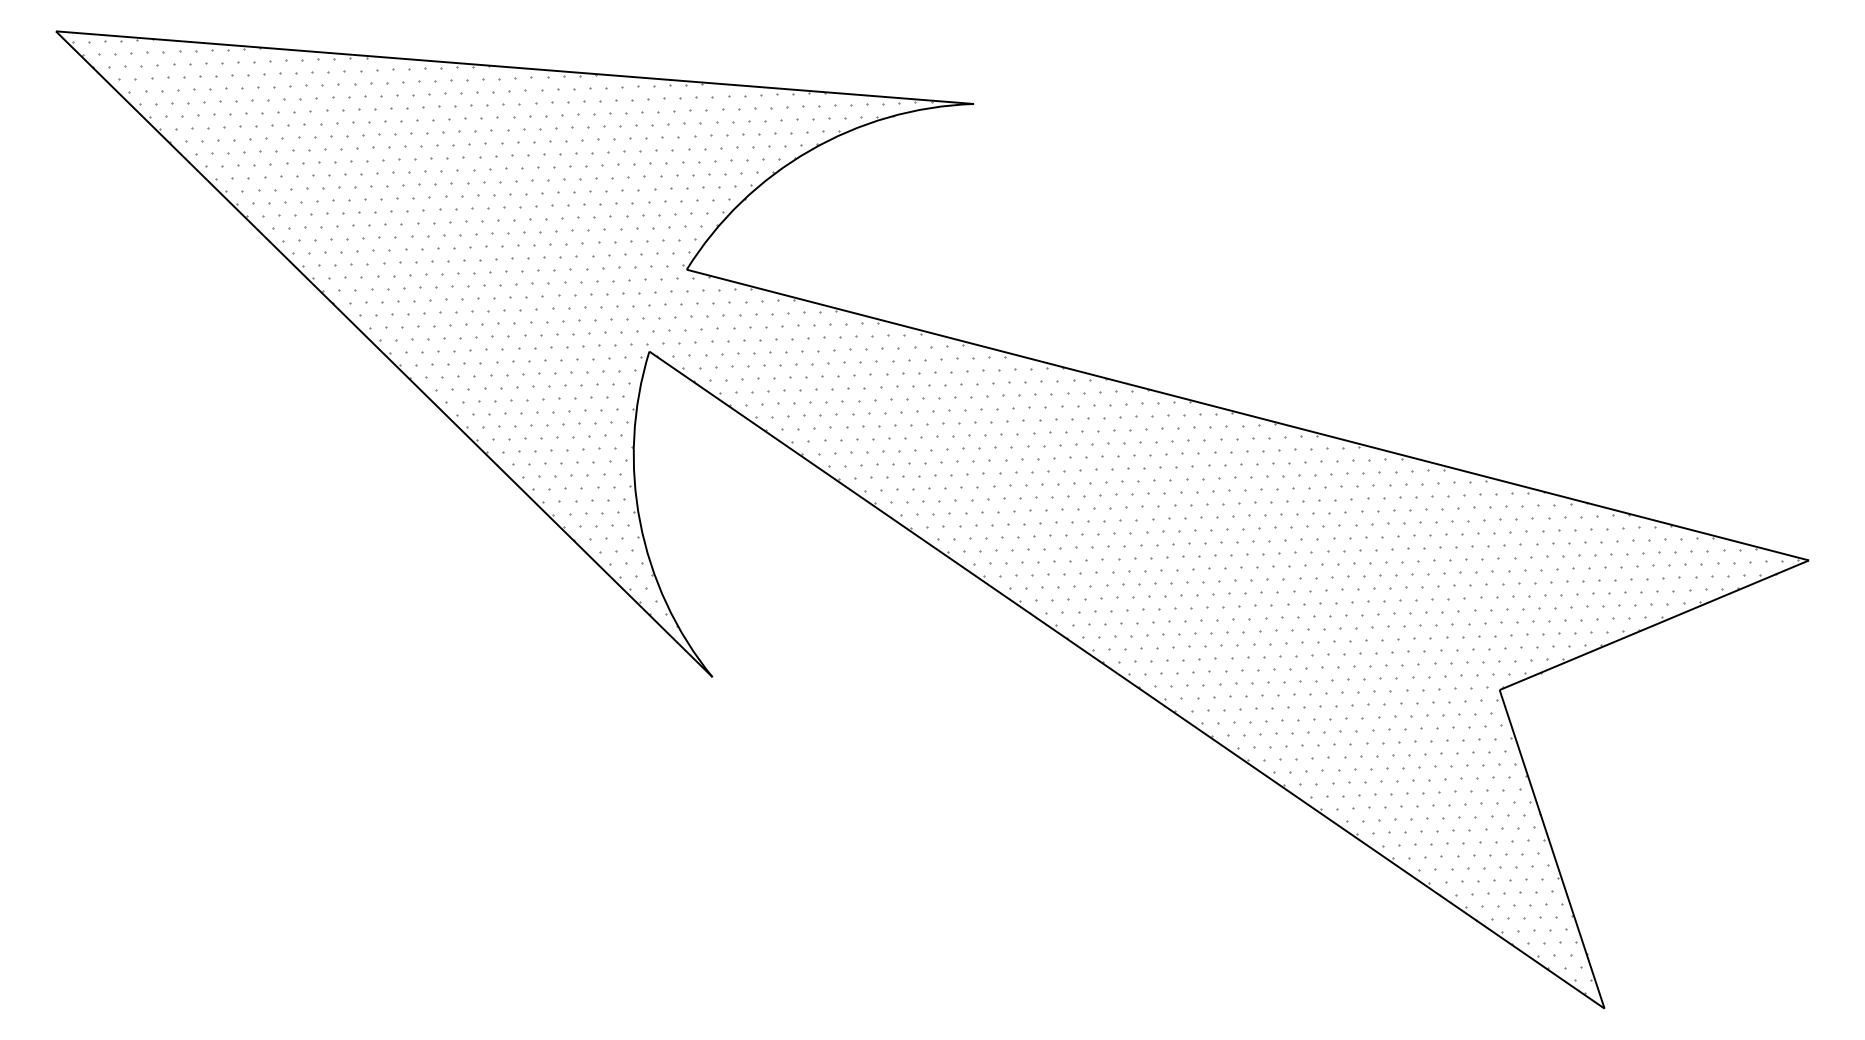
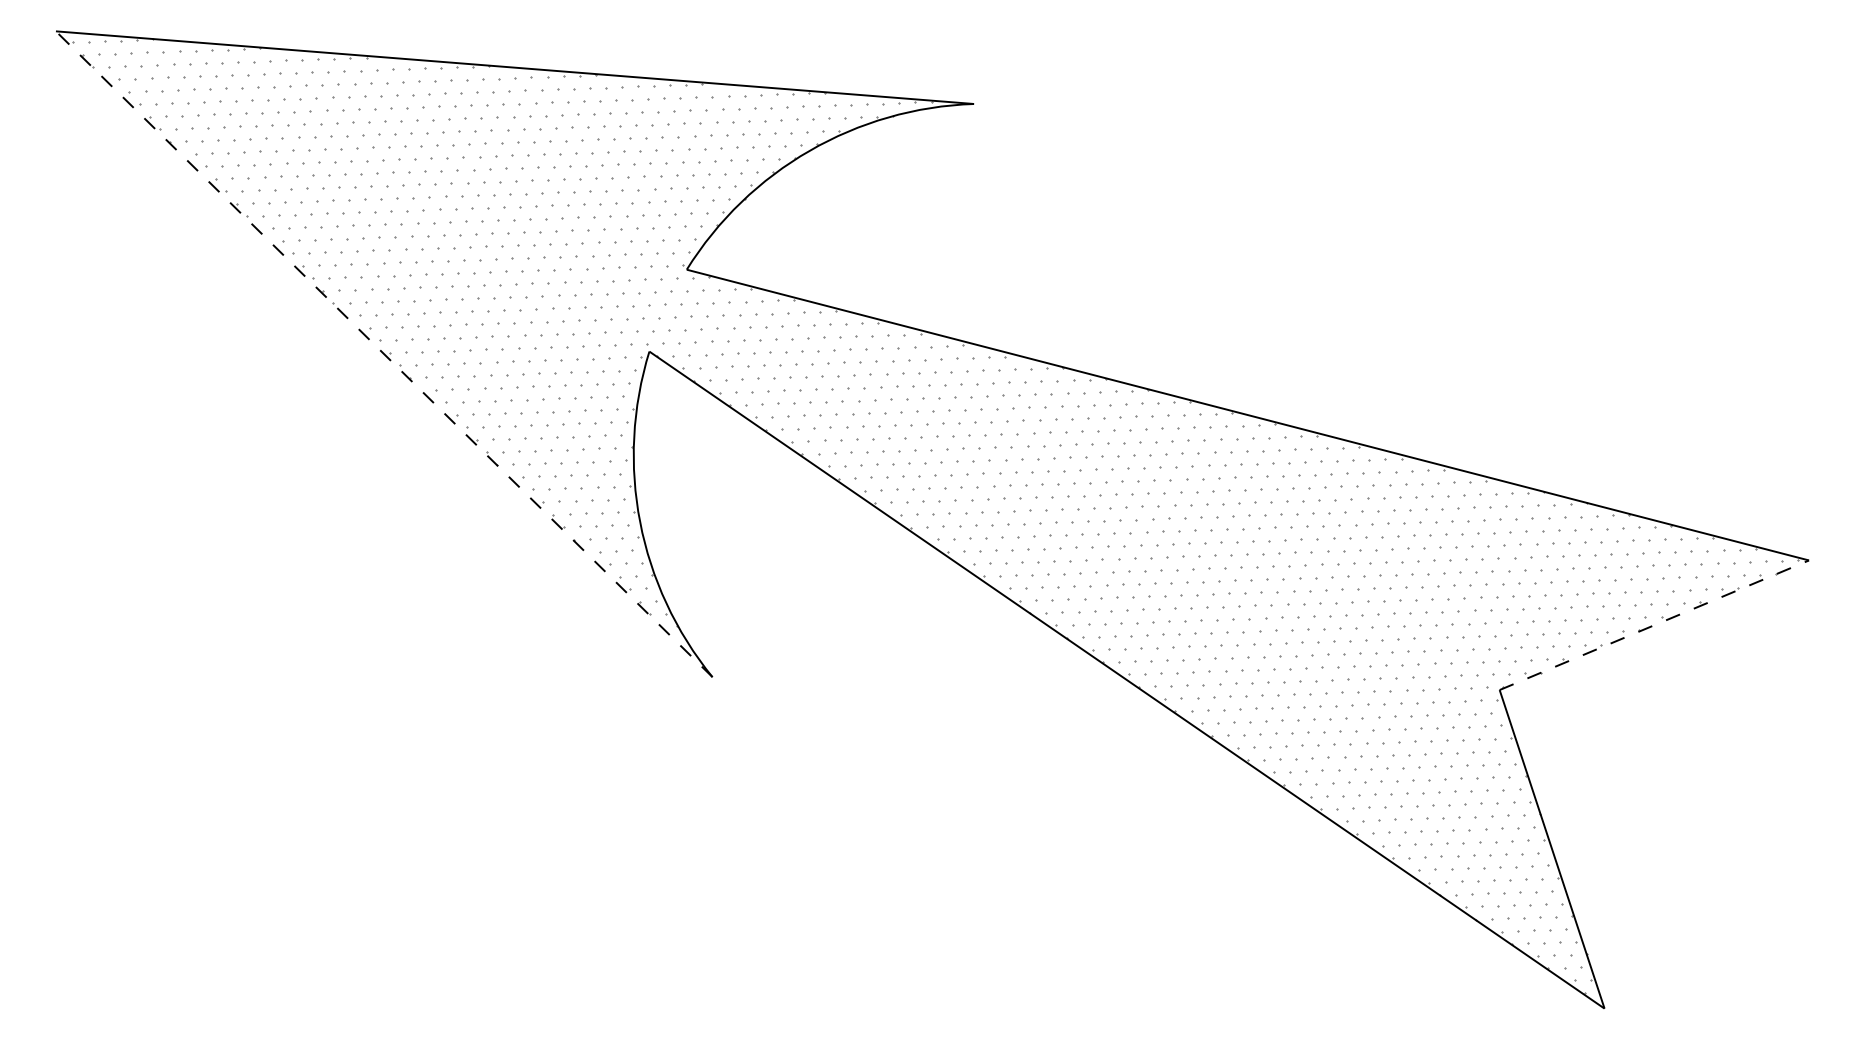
line at (383, 353): solid -> dashed
line at (1654, 625): solid -> dashed
